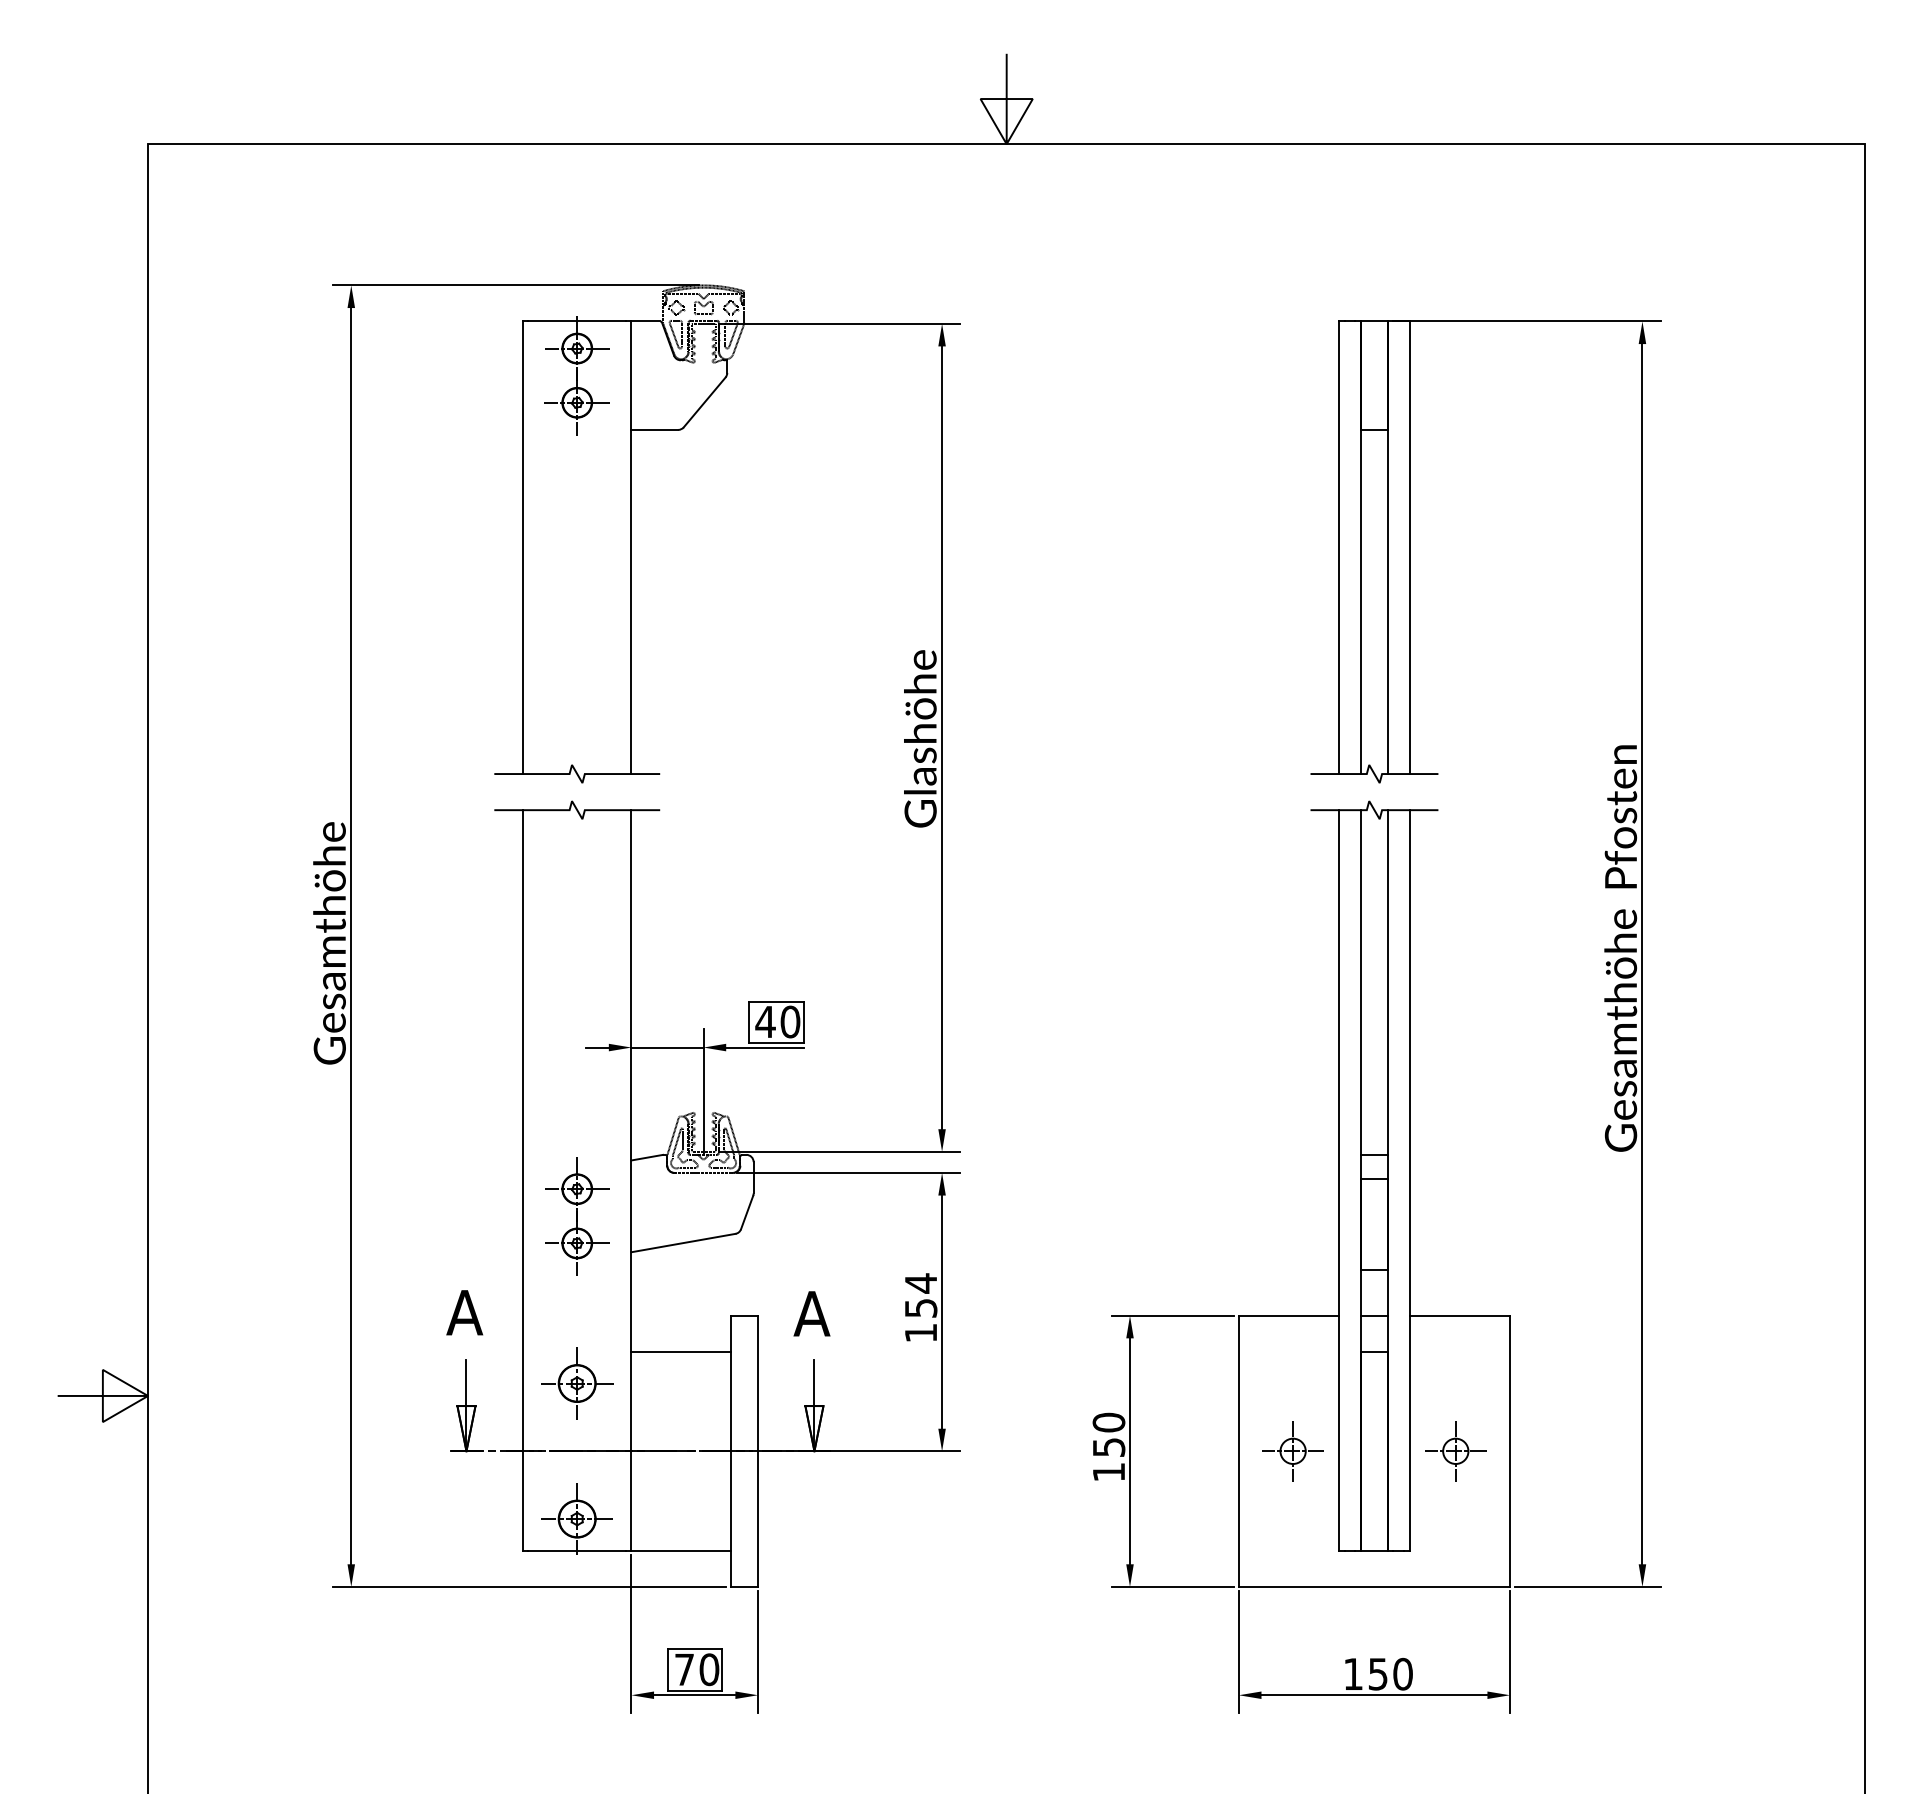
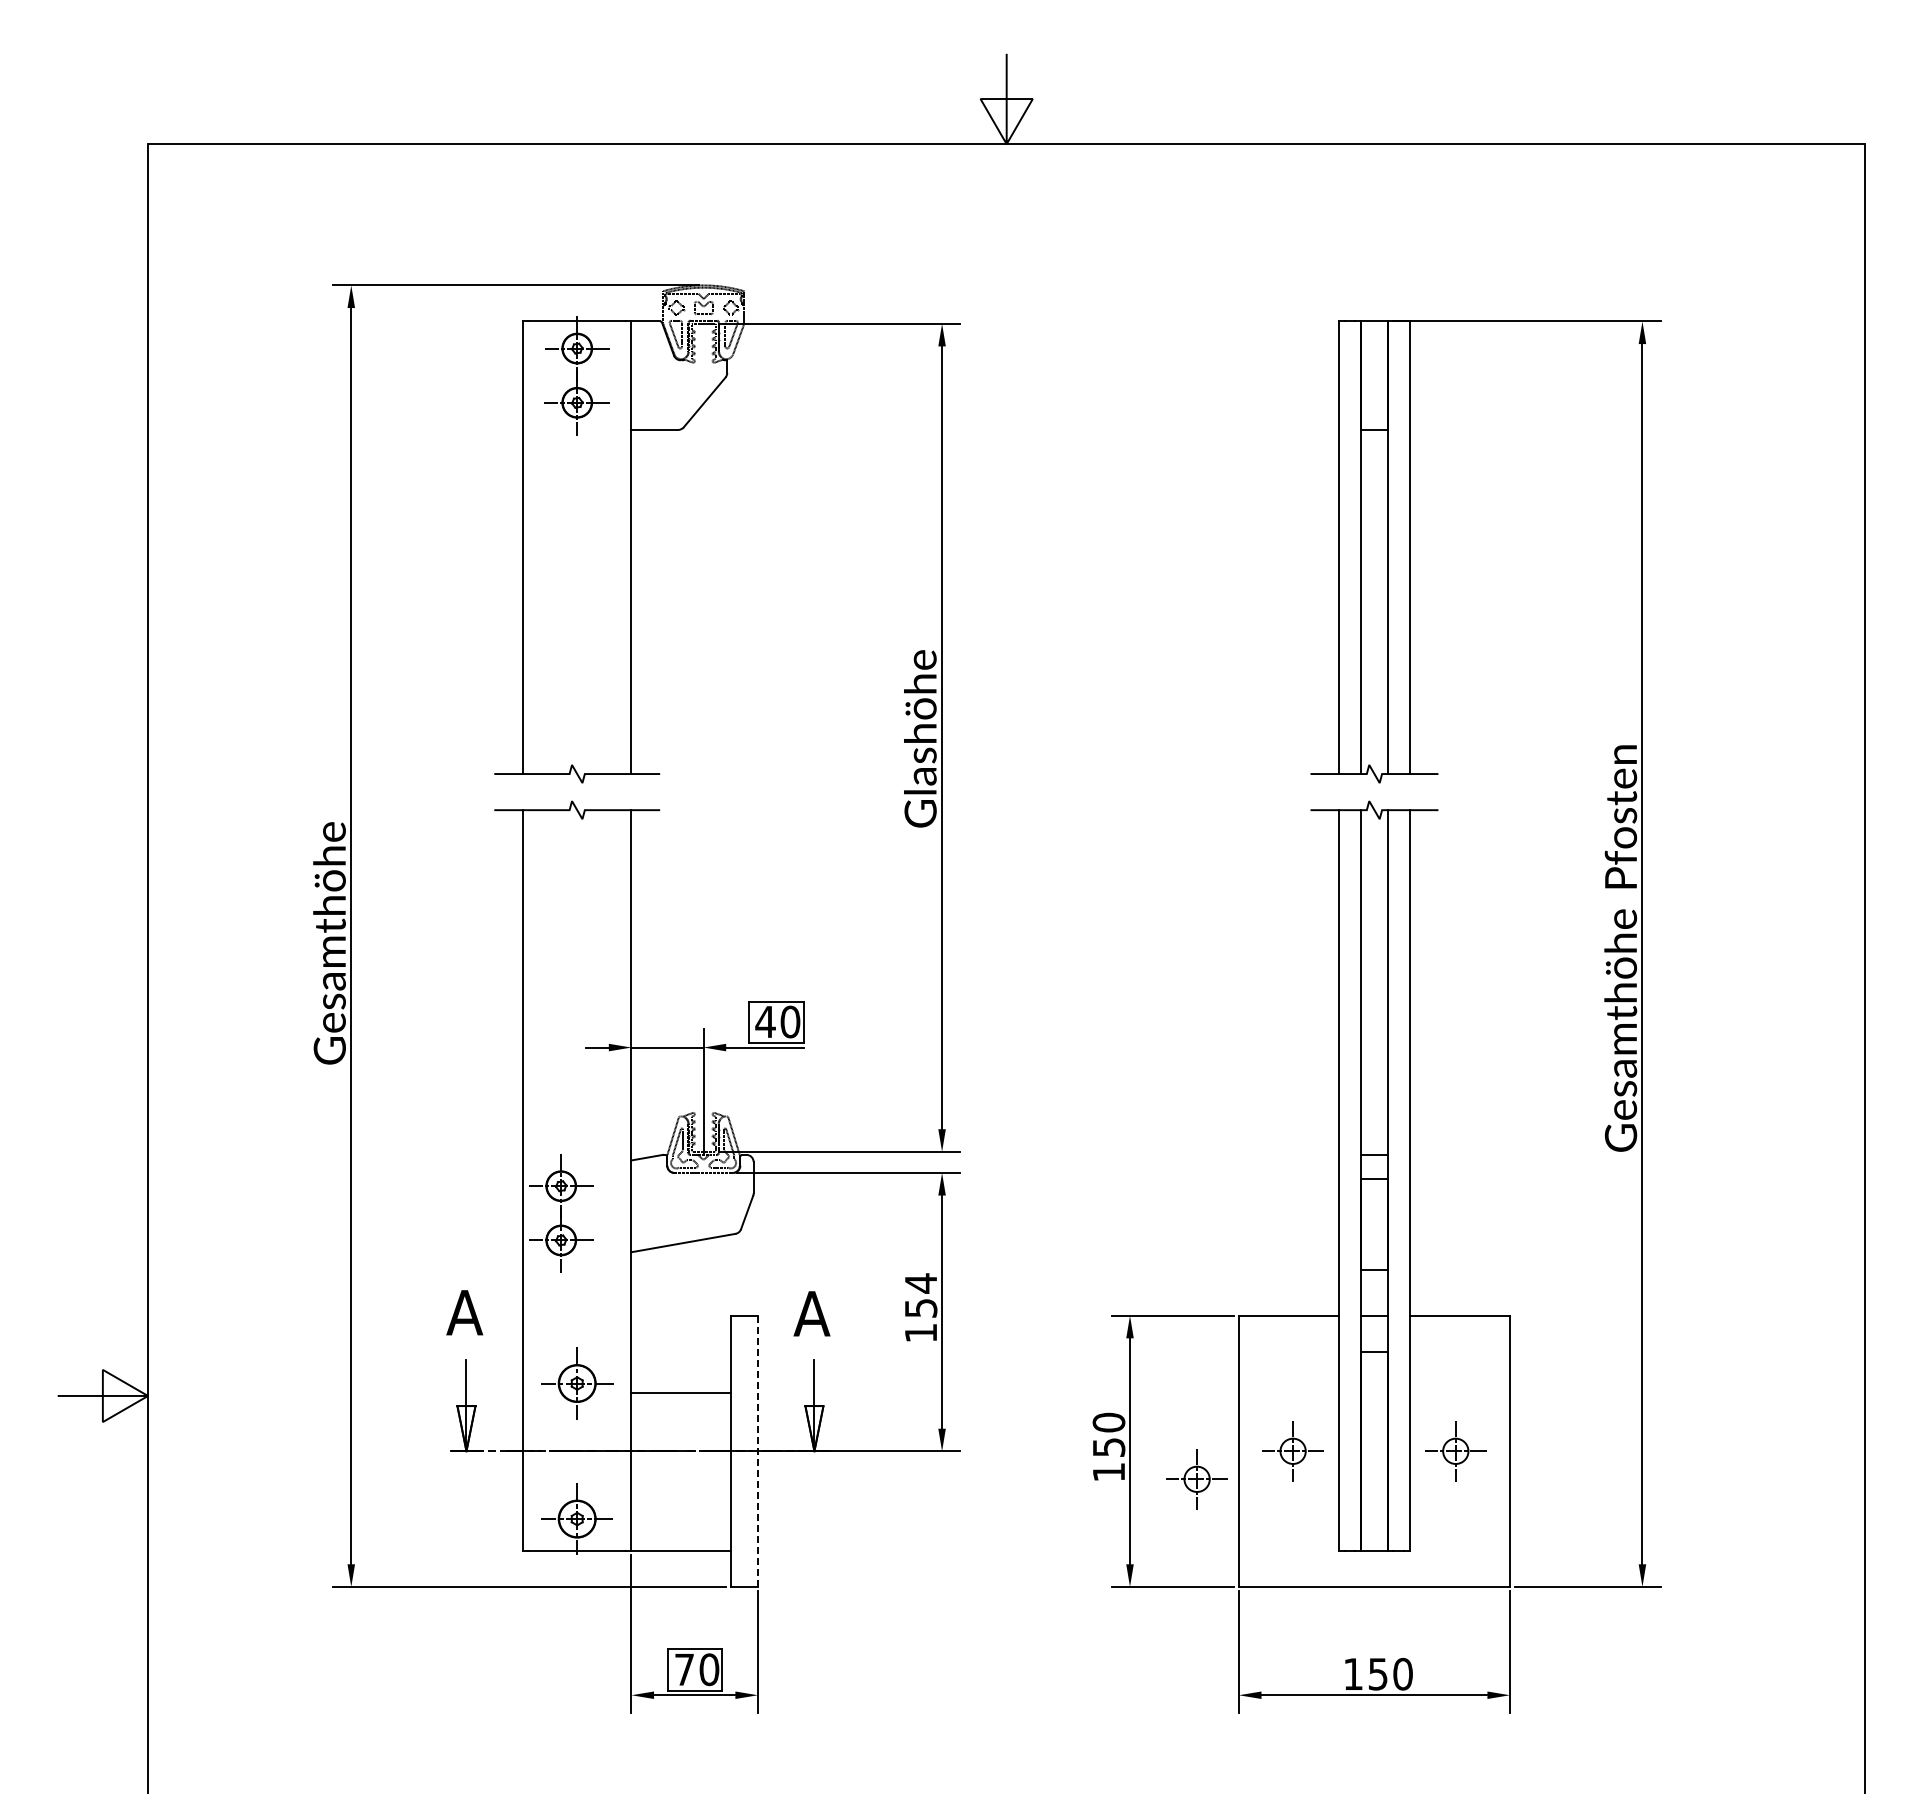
part at (577, 1216) position: (577, 1216) -> (561, 1213)
line at (680, 1351) position: (680, 1351) -> (680, 1392)
line at (758, 1451): solid -> dashed
part at (1196, 1479): none -> present
